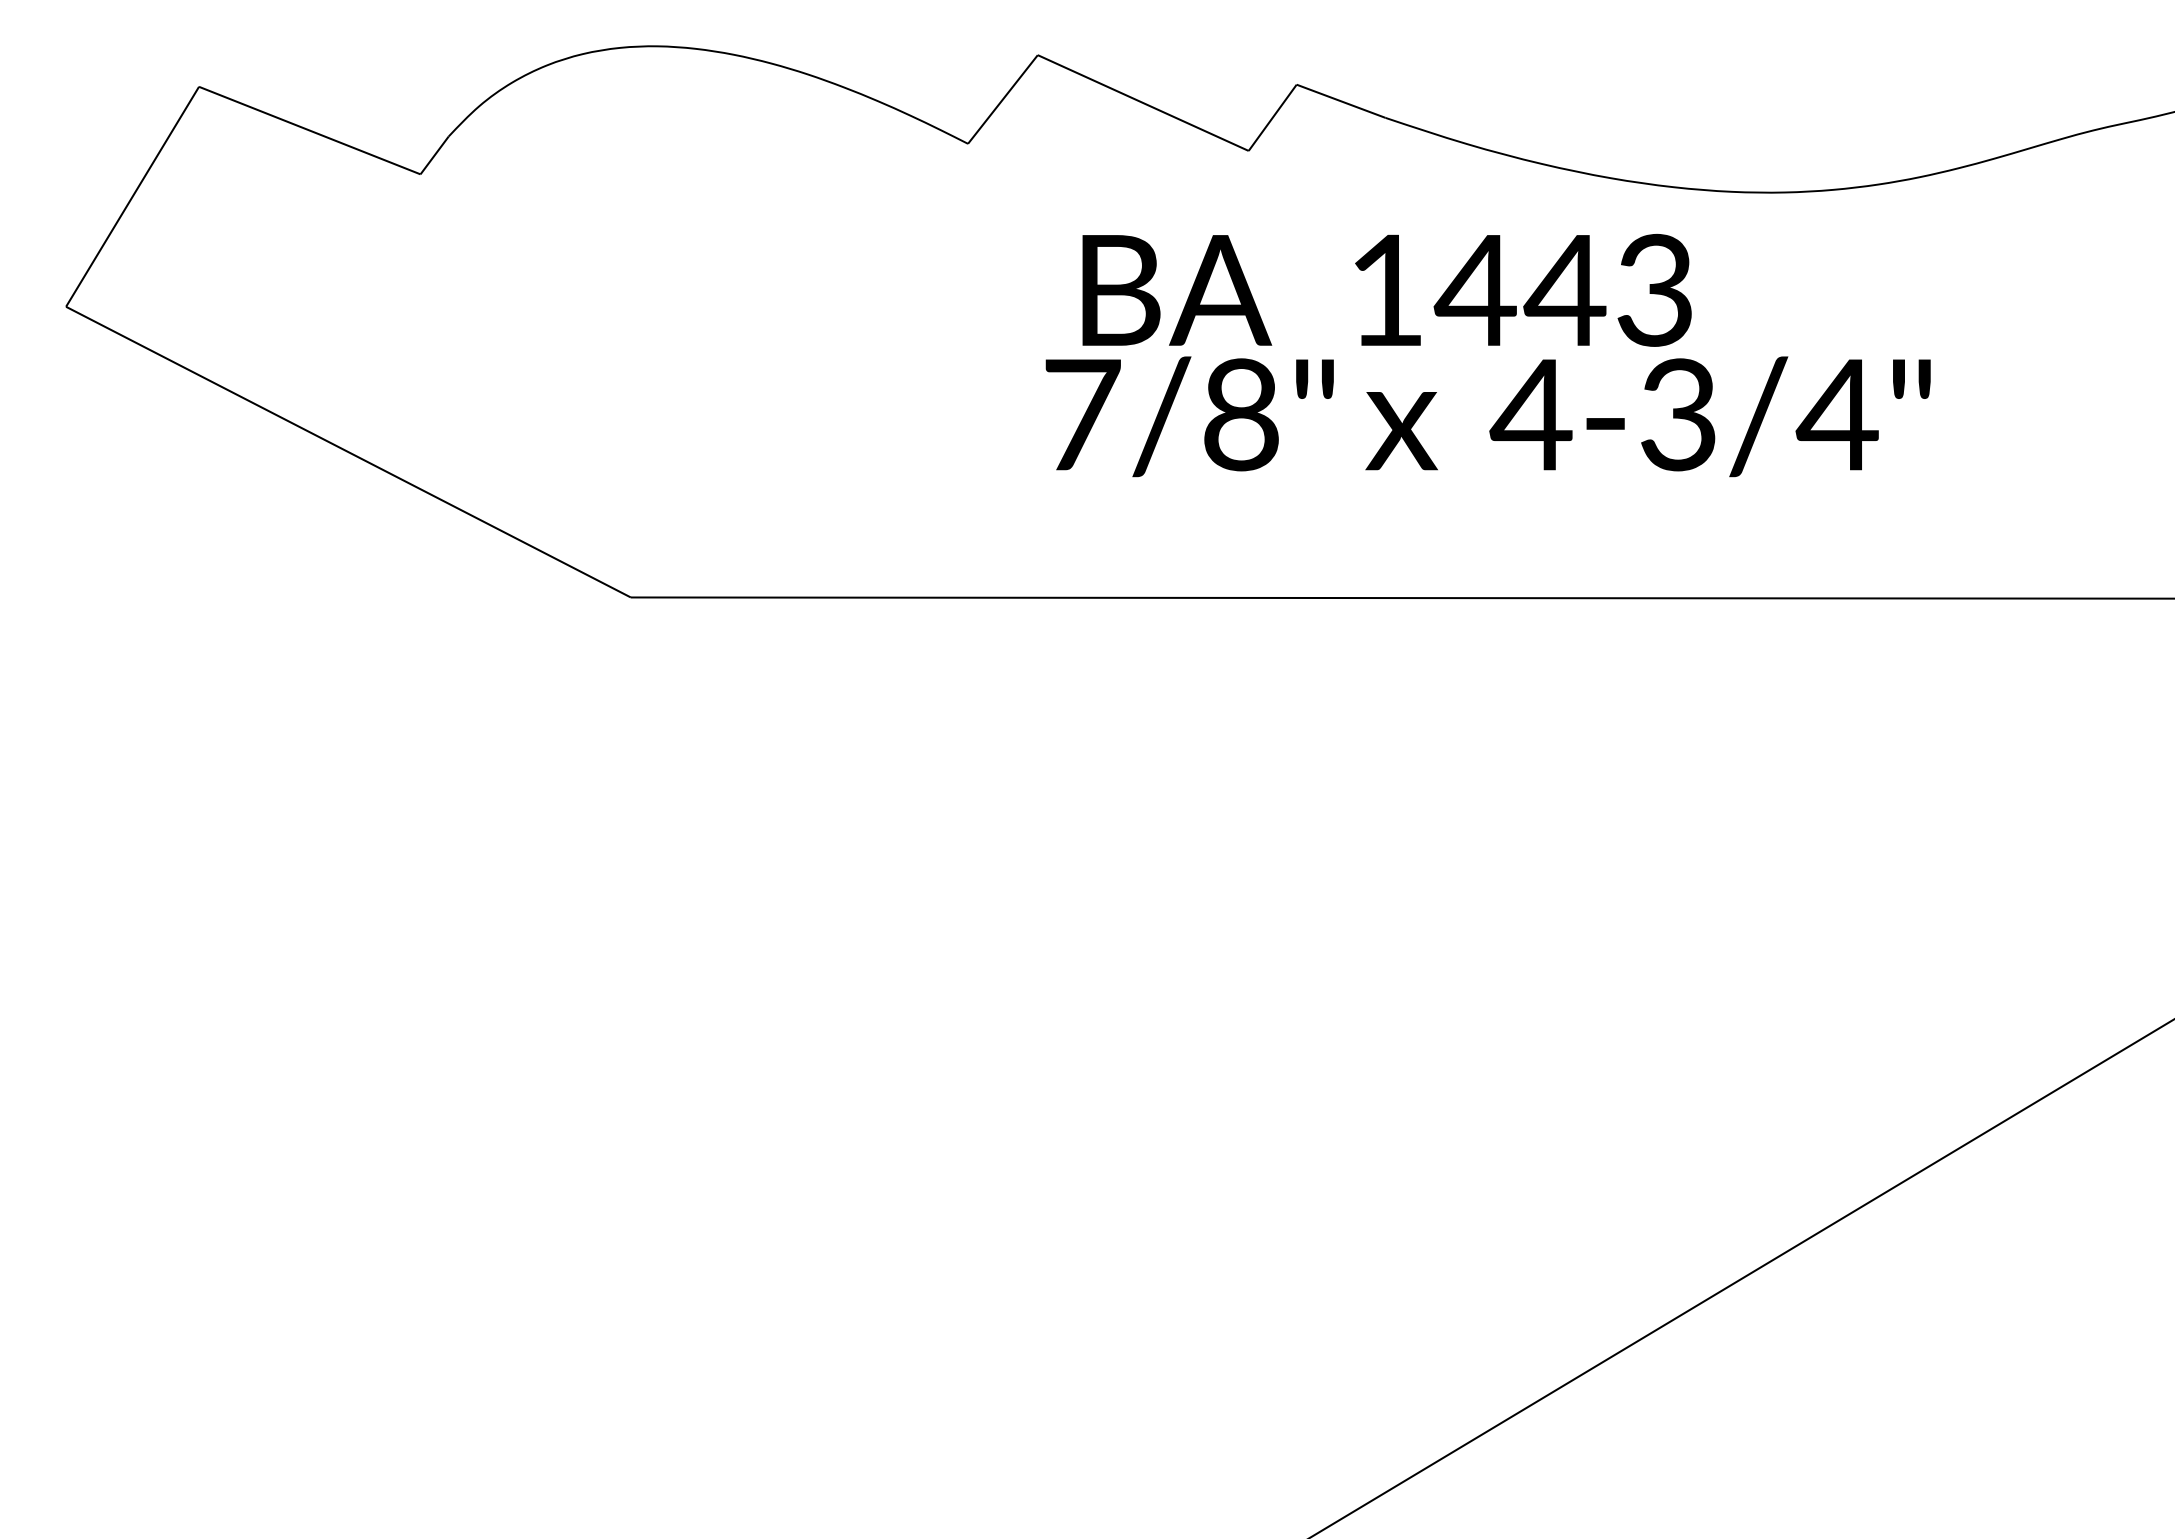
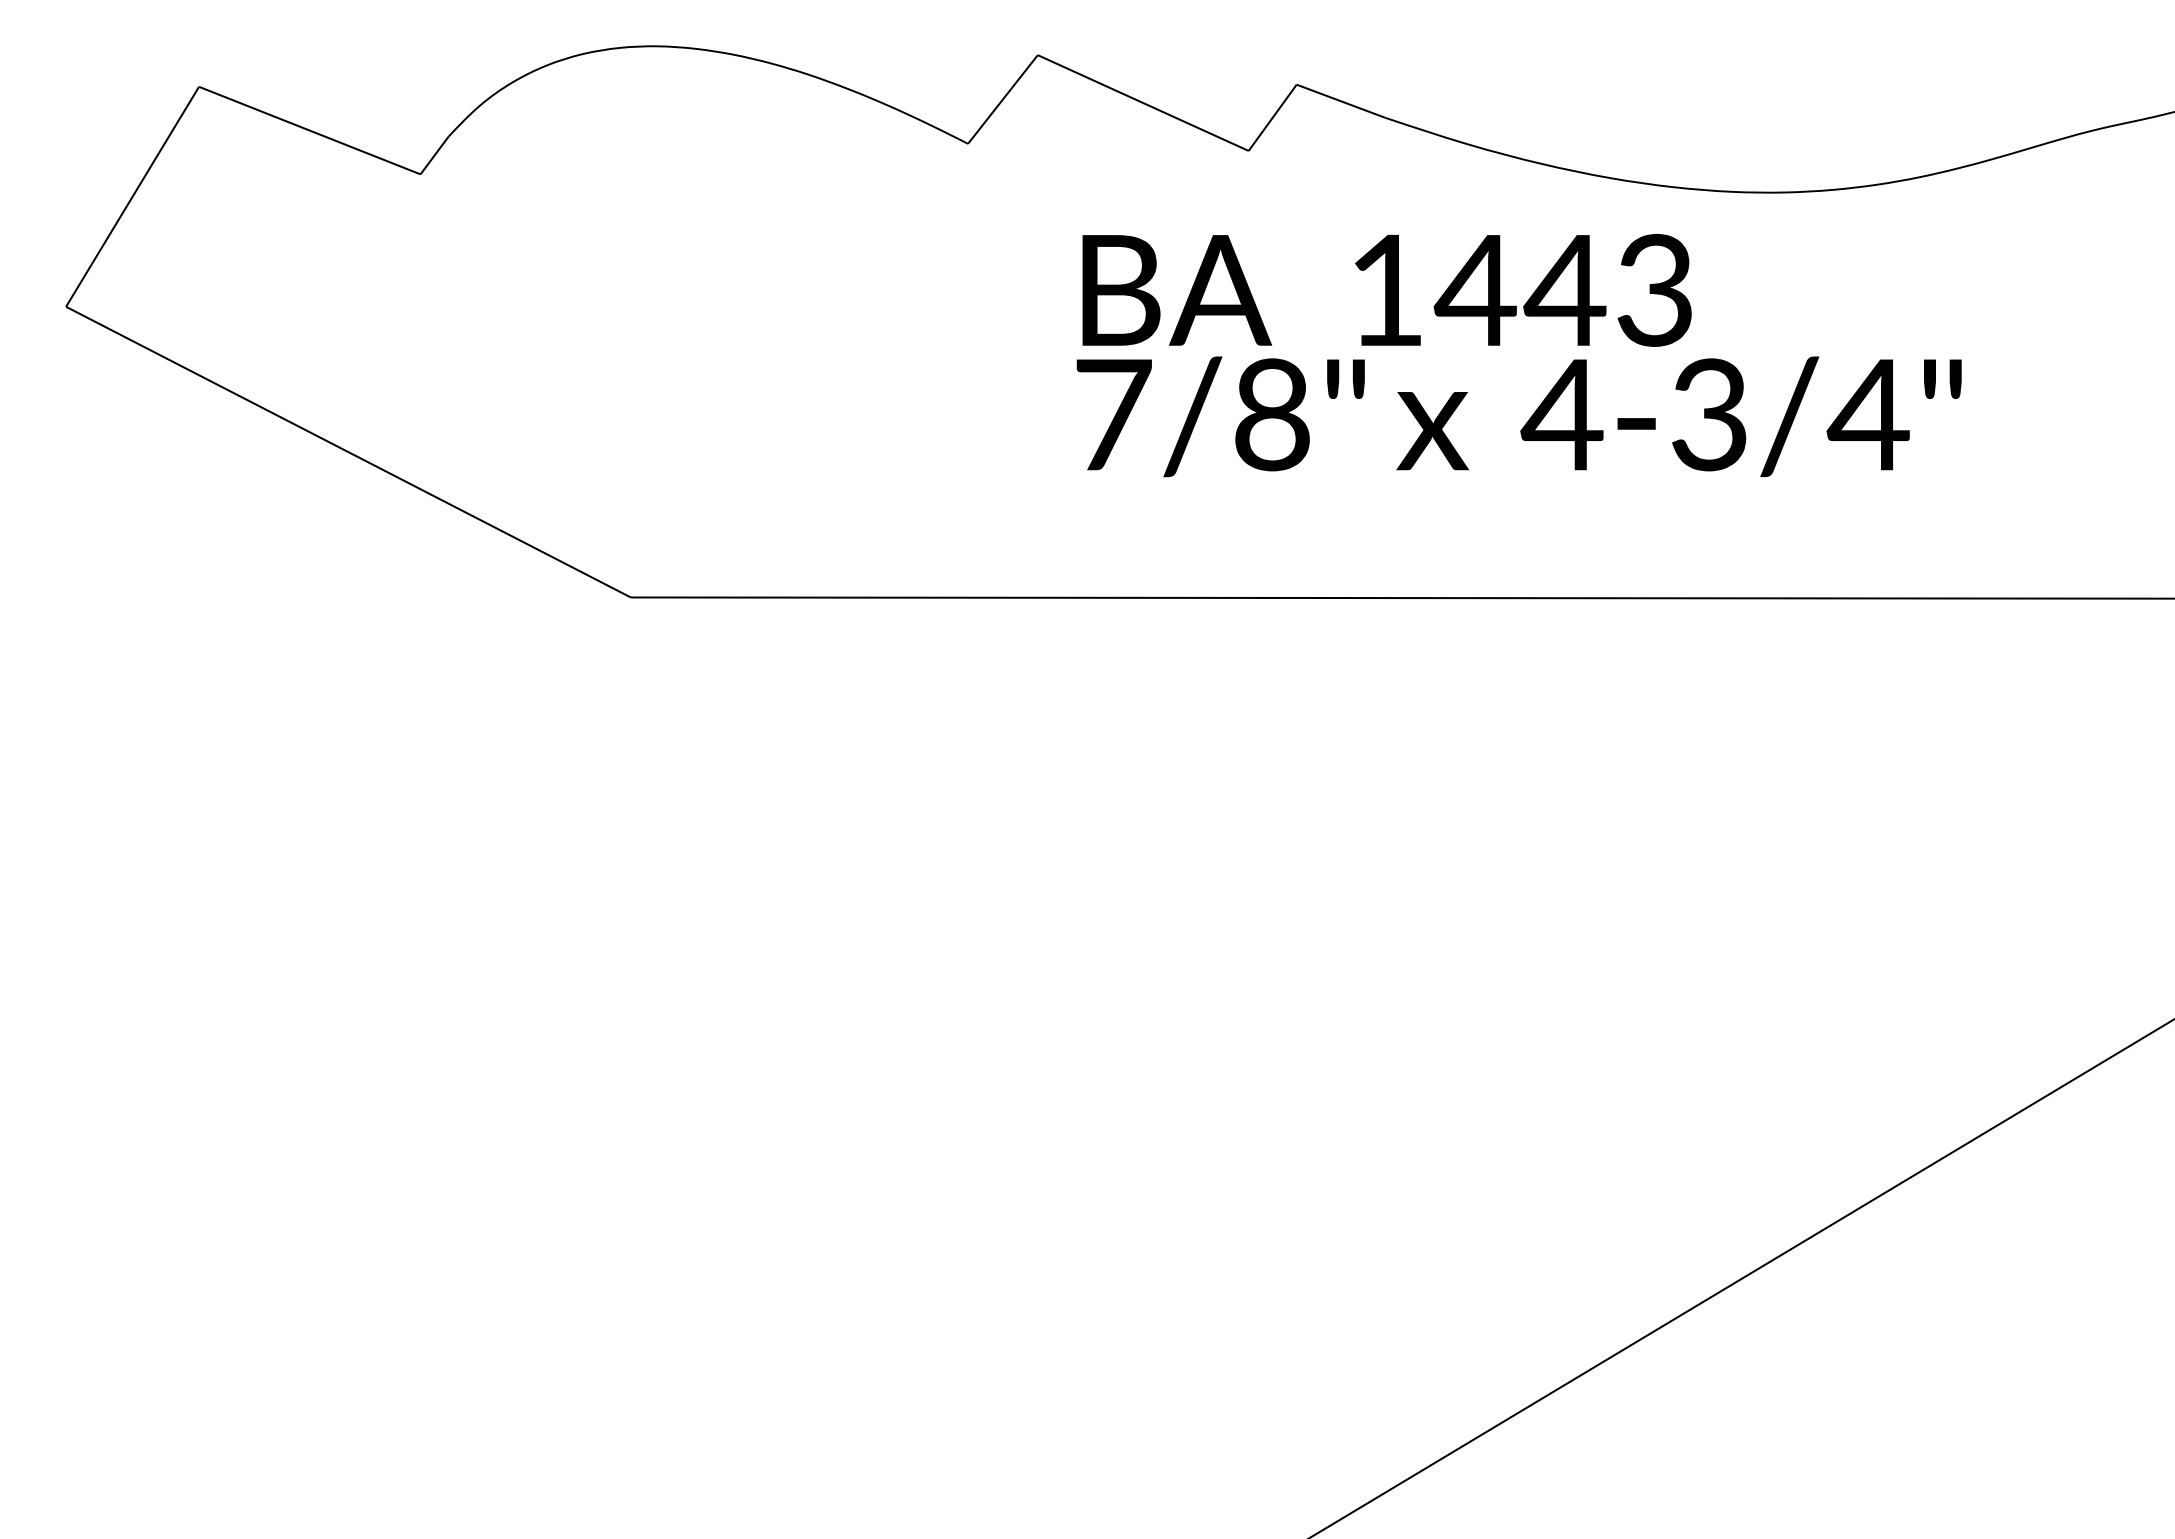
text at (1487, 416) position: (1487, 416) -> (1518, 416)
